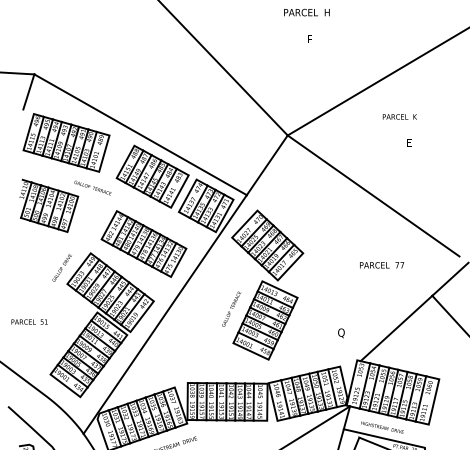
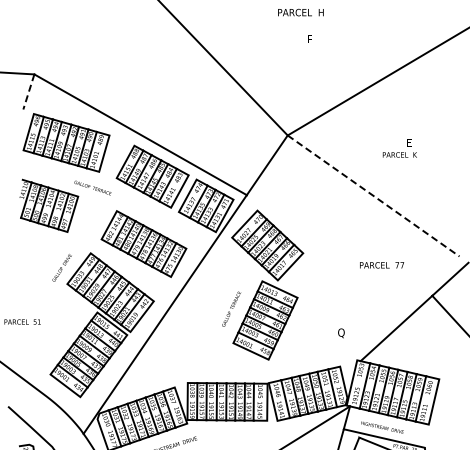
text at (306, 12) position: (306, 12) -> (300, 12)
line at (28, 92): solid -> dashed
text at (399, 116) position: (399, 116) -> (399, 154)
line at (374, 196): solid -> dashed
text at (29, 321) position: (29, 321) -> (22, 321)
